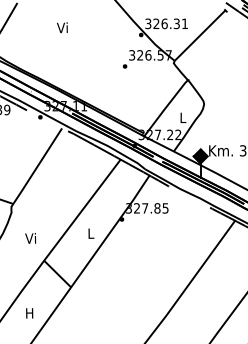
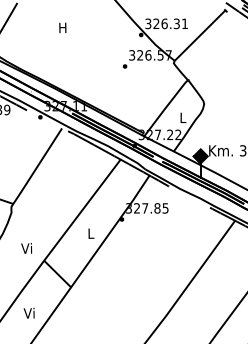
text at (62, 27): Vi -> H
text at (30, 238) position: (30, 238) -> (26, 248)
text at (28, 312): H -> Vi
